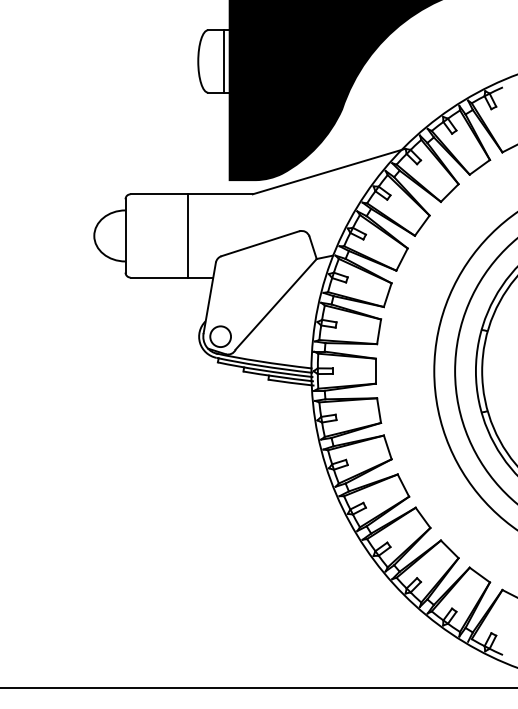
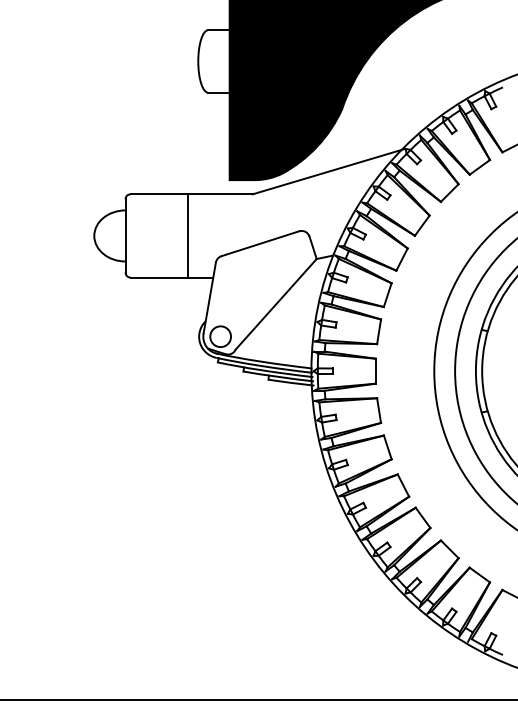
line at (224, 61): present -> none
line at (258, 687) position: (258, 687) -> (258, 699)
